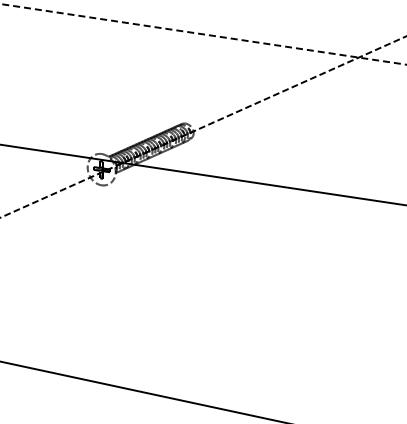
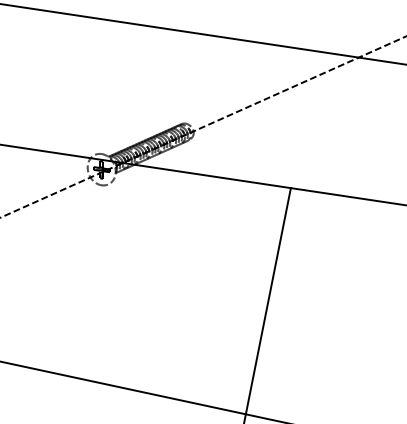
line at (203, 34): dashed -> solid
line at (267, 304): none -> present
